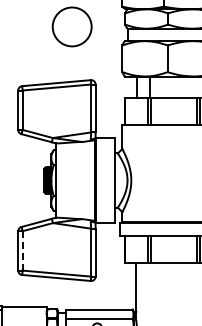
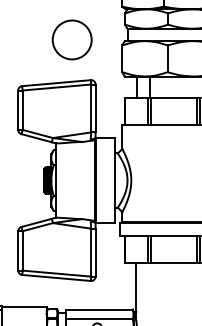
circle at (71, 26) position: (71, 26) -> (71, 39)
line at (22, 250): dashed -> solid
